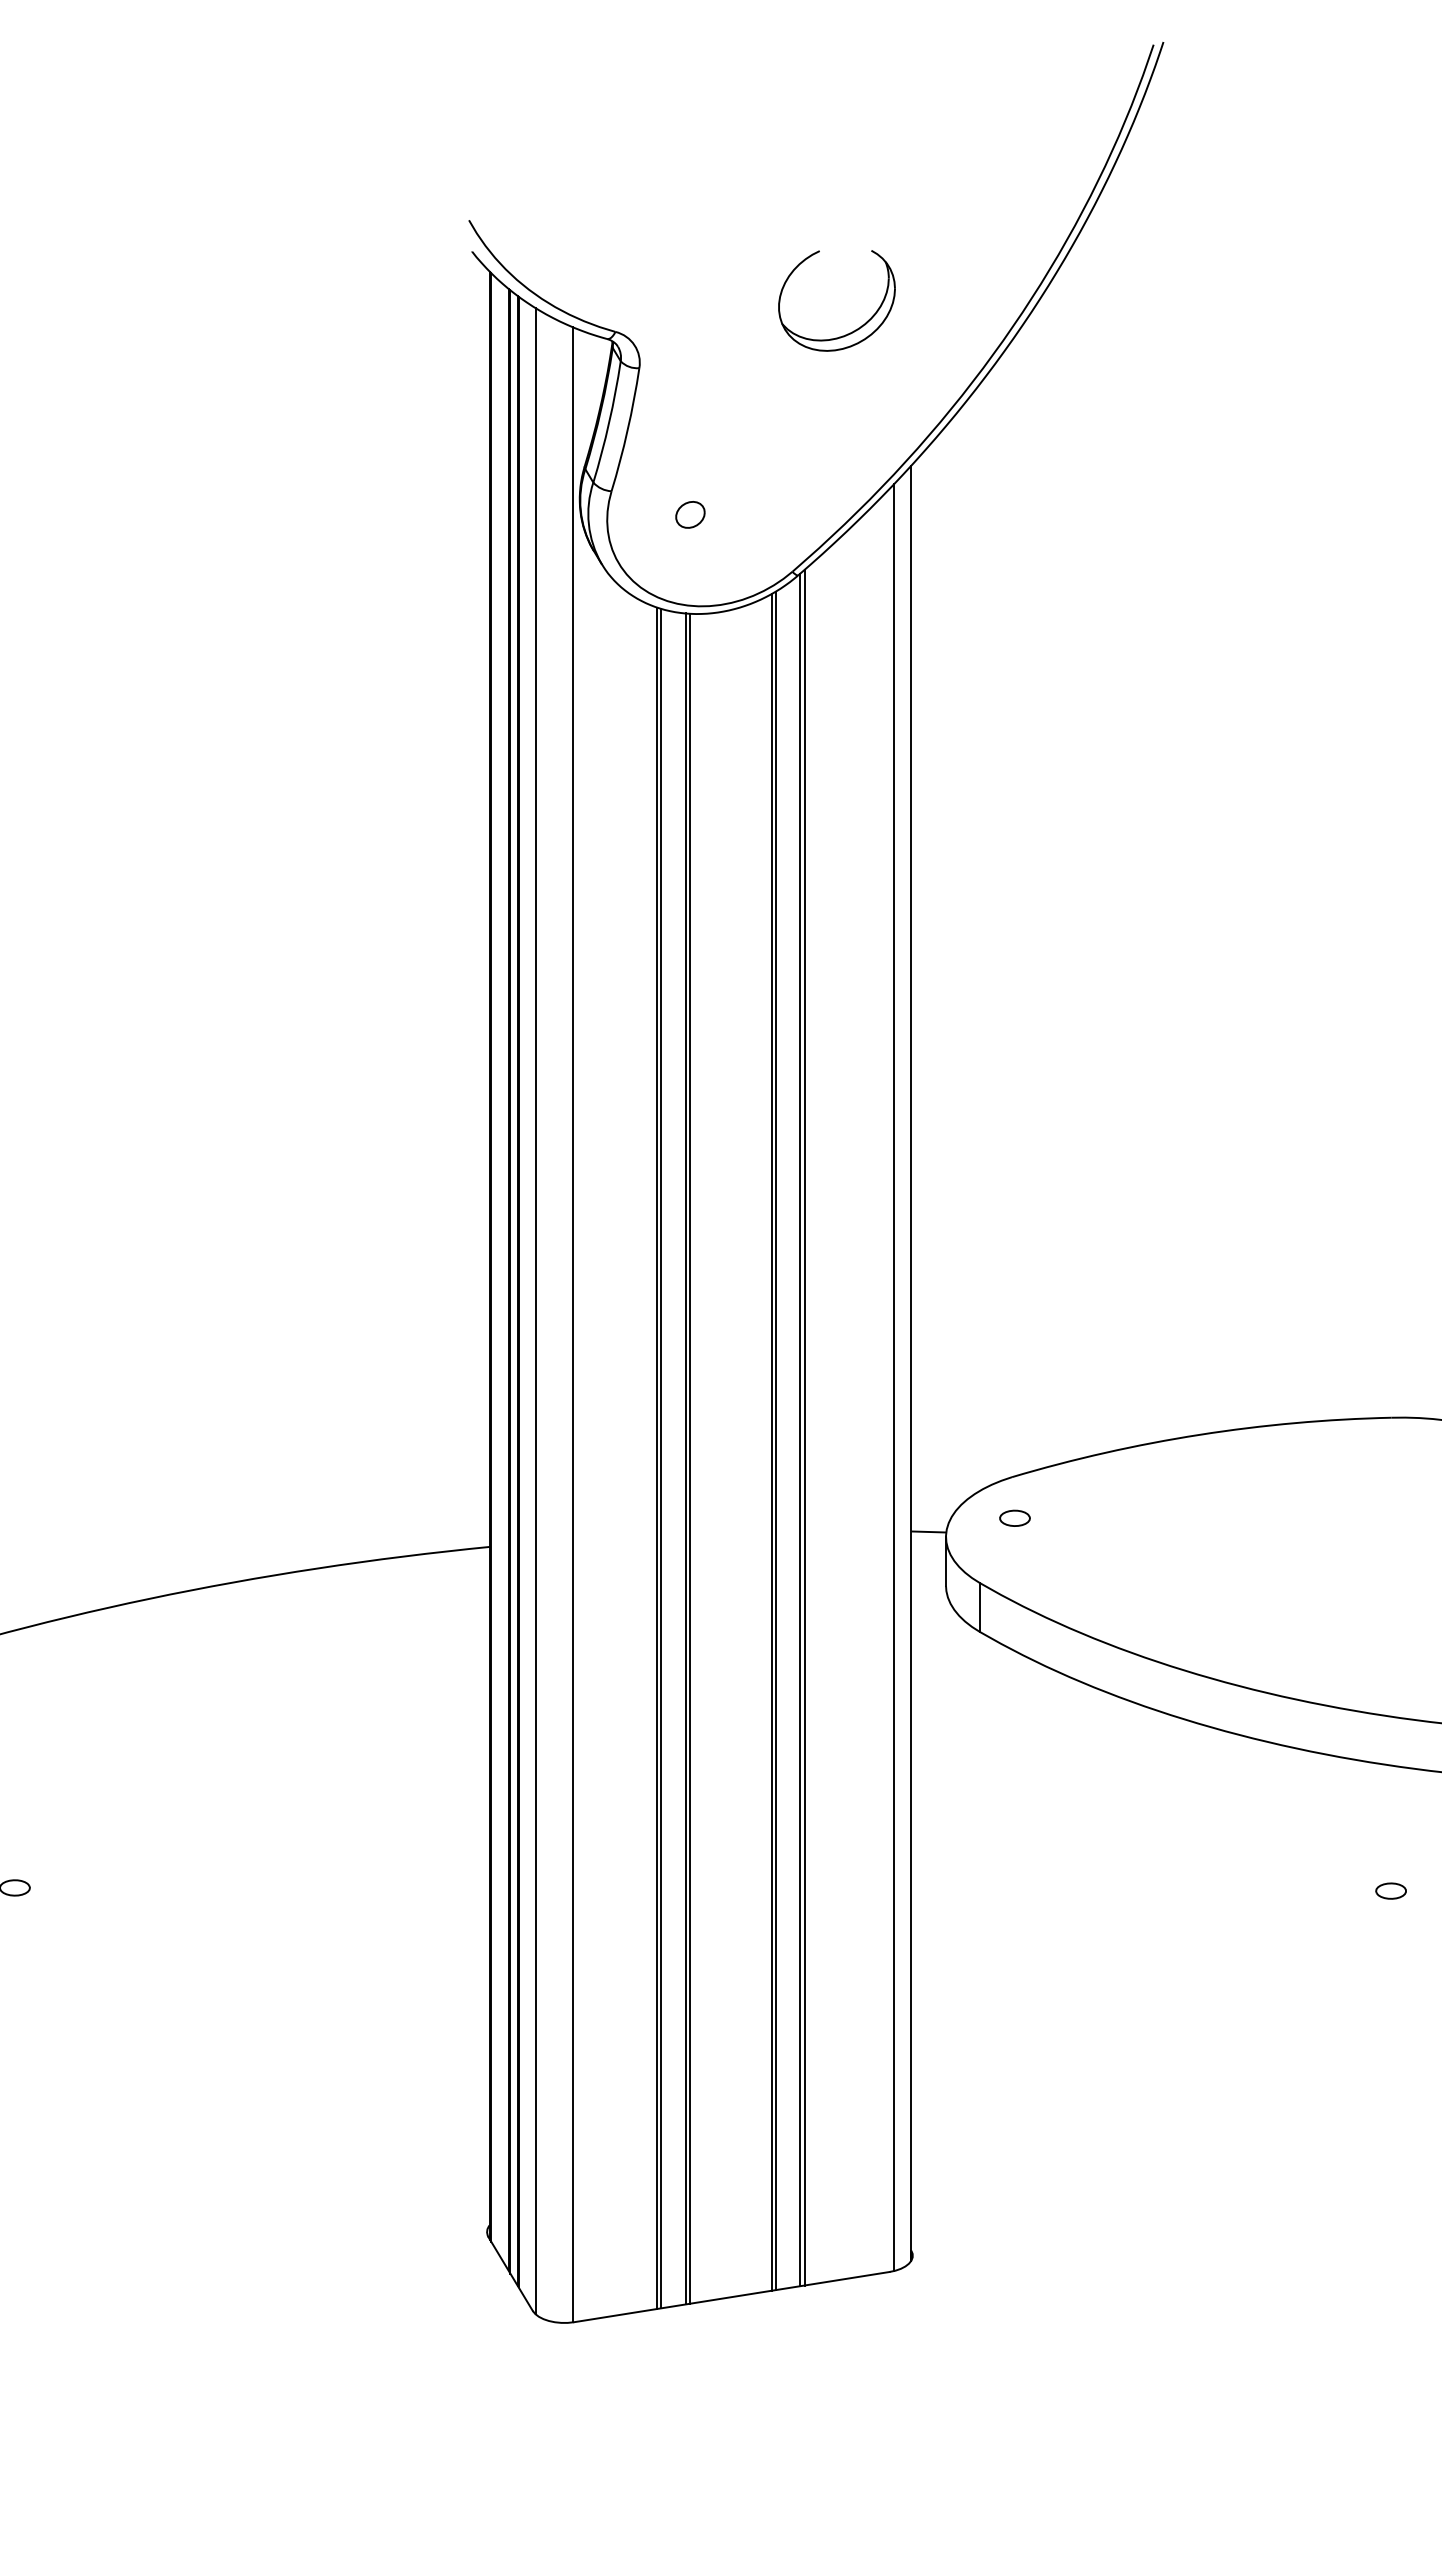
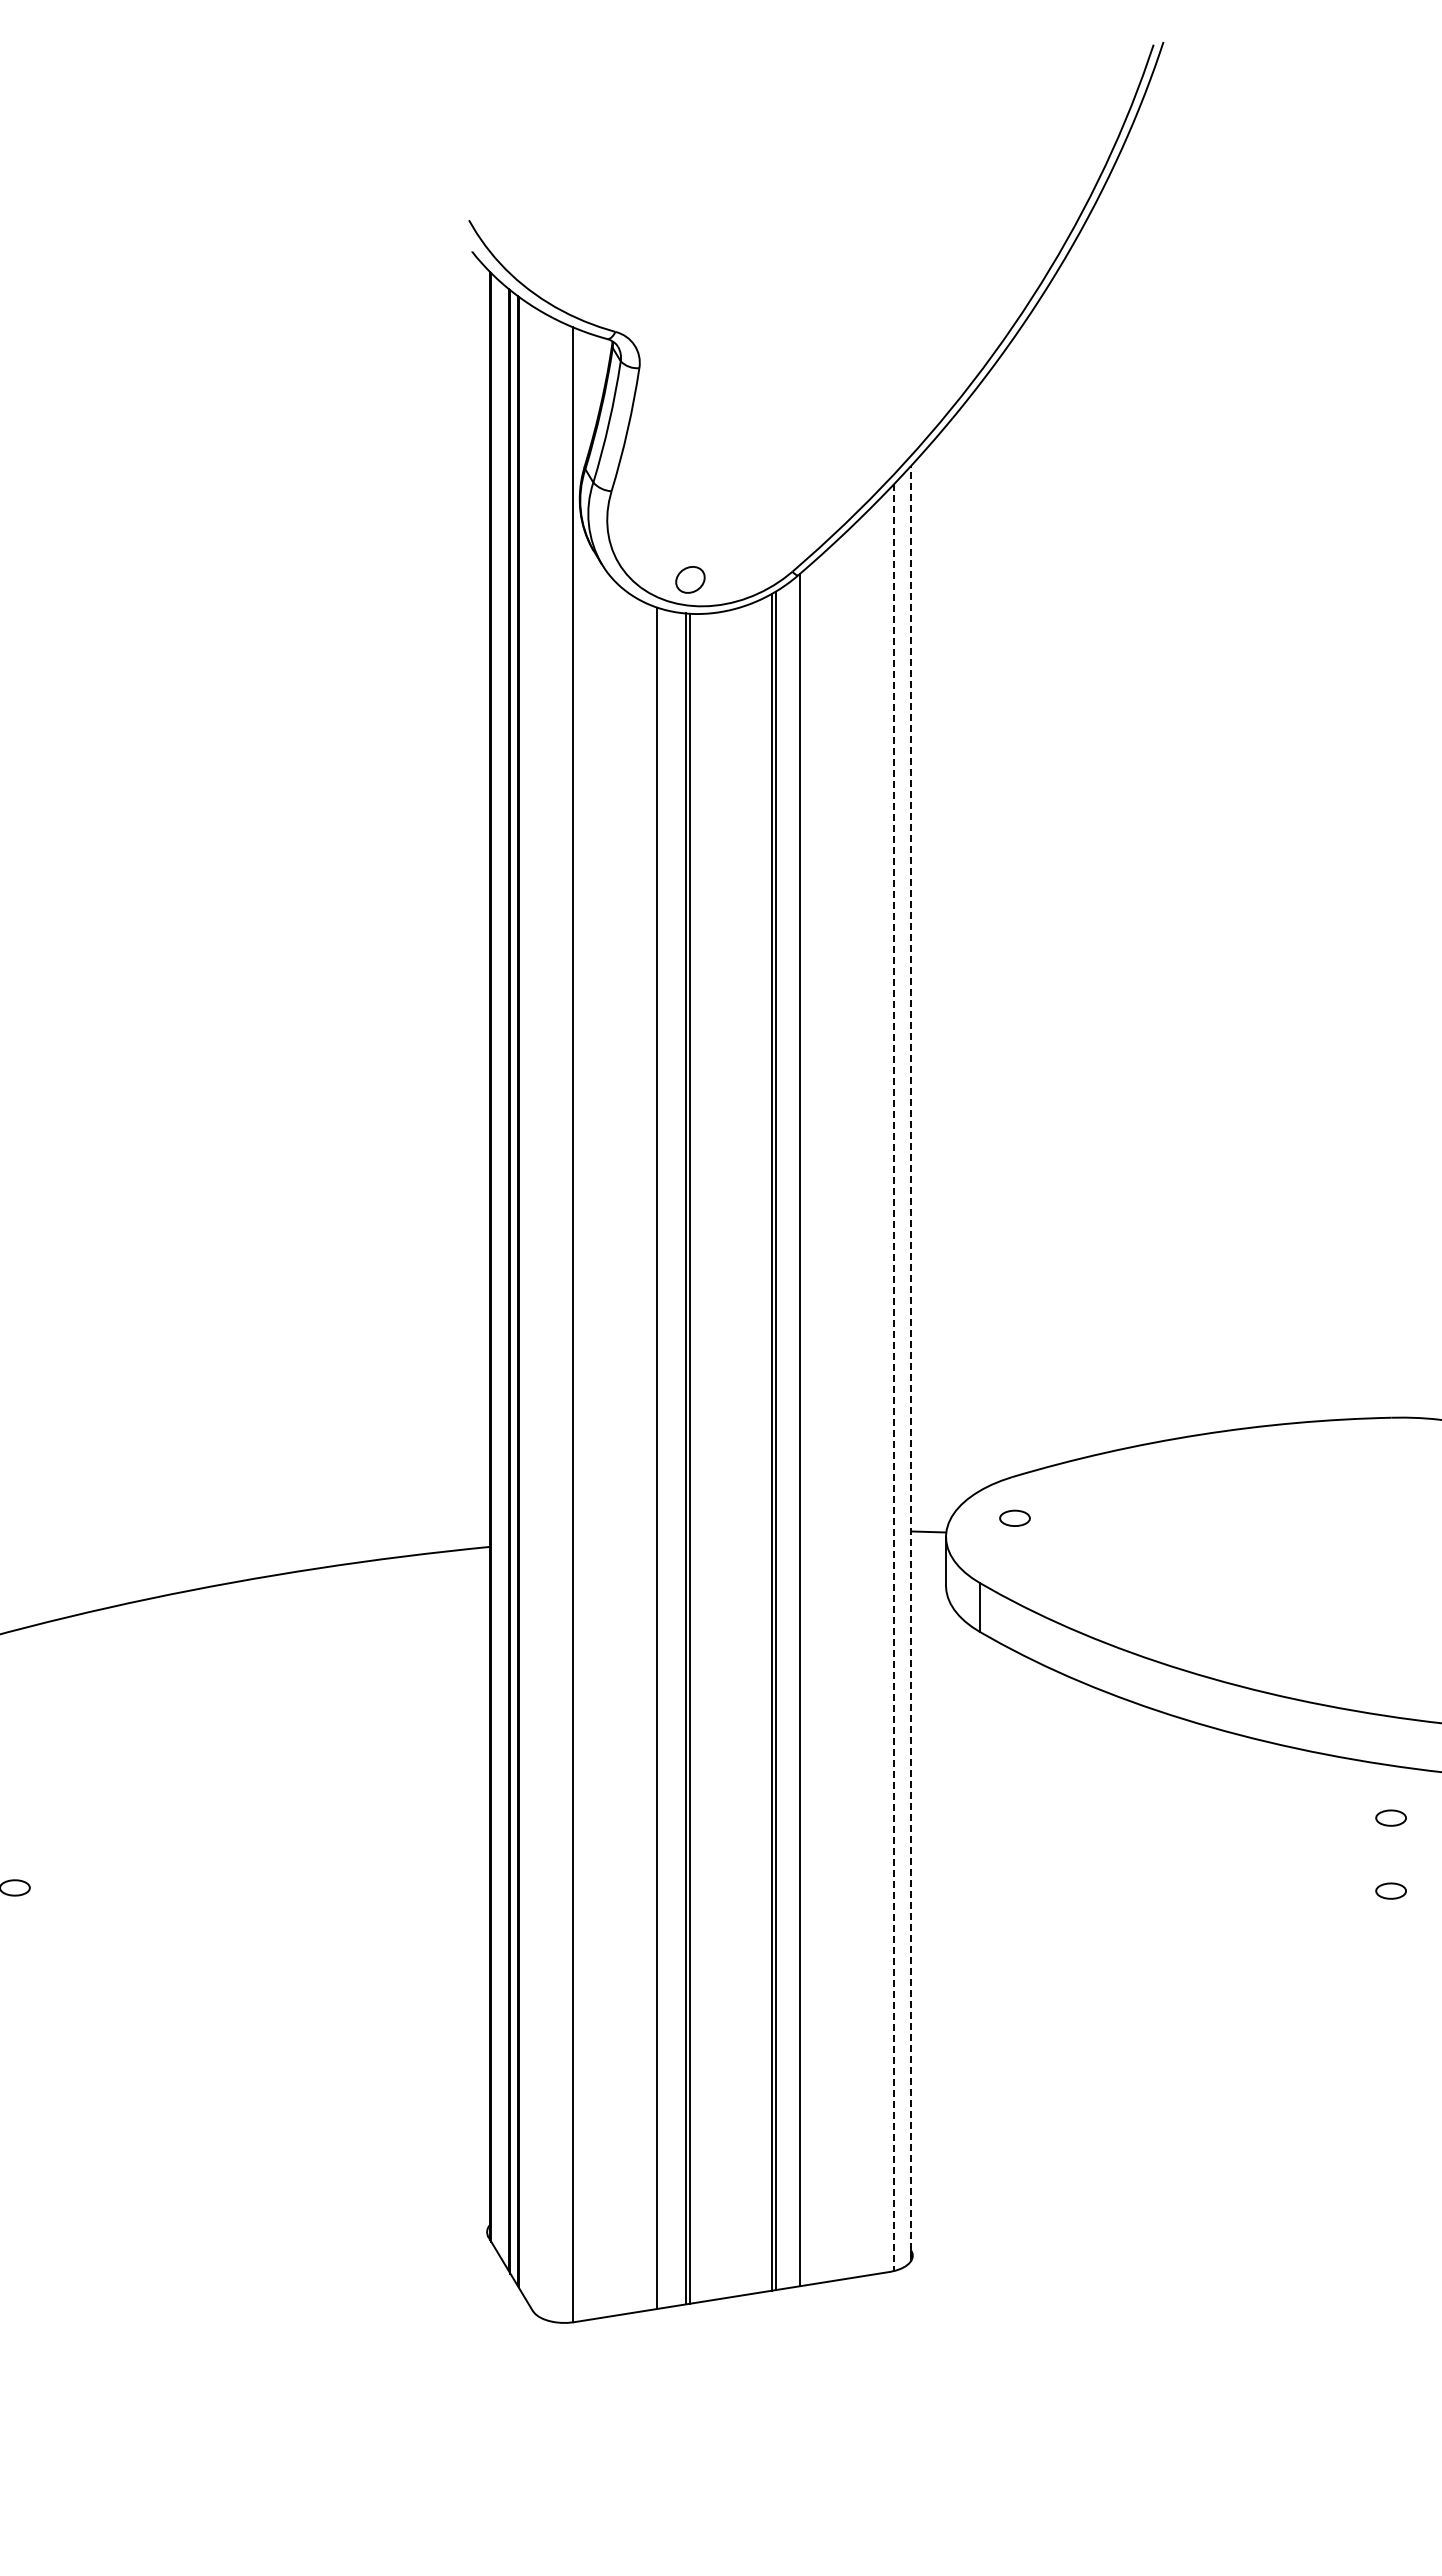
part at (853, 330): present -> none
part at (690, 514) position: (690, 514) -> (690, 579)
line at (535, 1311): present -> none
line at (911, 1363): solid -> dashed
line at (894, 1377): solid -> dashed
line at (804, 1427): present -> none
line at (661, 1458): present -> none
part at (1390, 1817): none -> present
